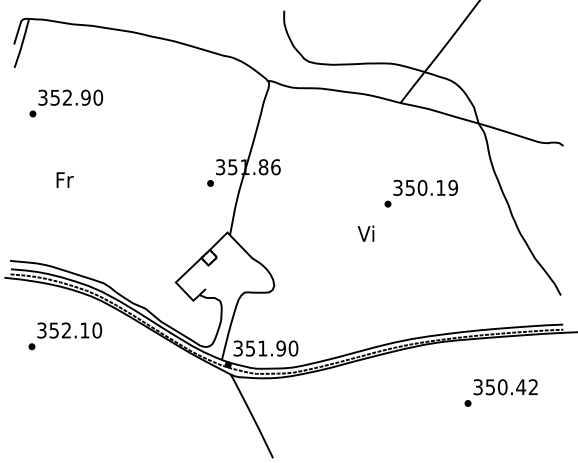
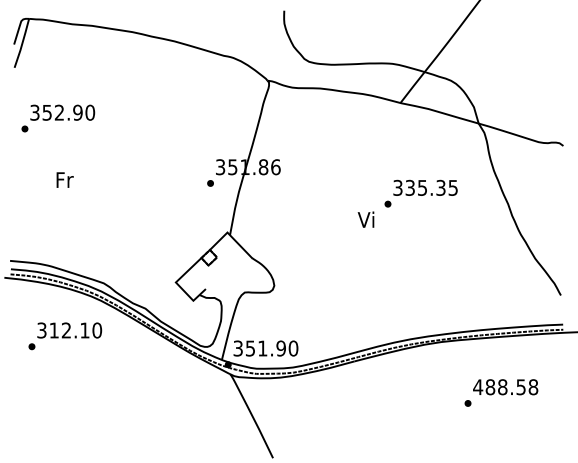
text at (66, 103) position: (66, 103) -> (58, 118)
text at (432, 187): 350.19 -> 335.35
text at (365, 233) position: (365, 233) -> (365, 219)
text at (53, 330): 352.10 -> 312.10
text at (505, 387): 350.42 -> 488.58
